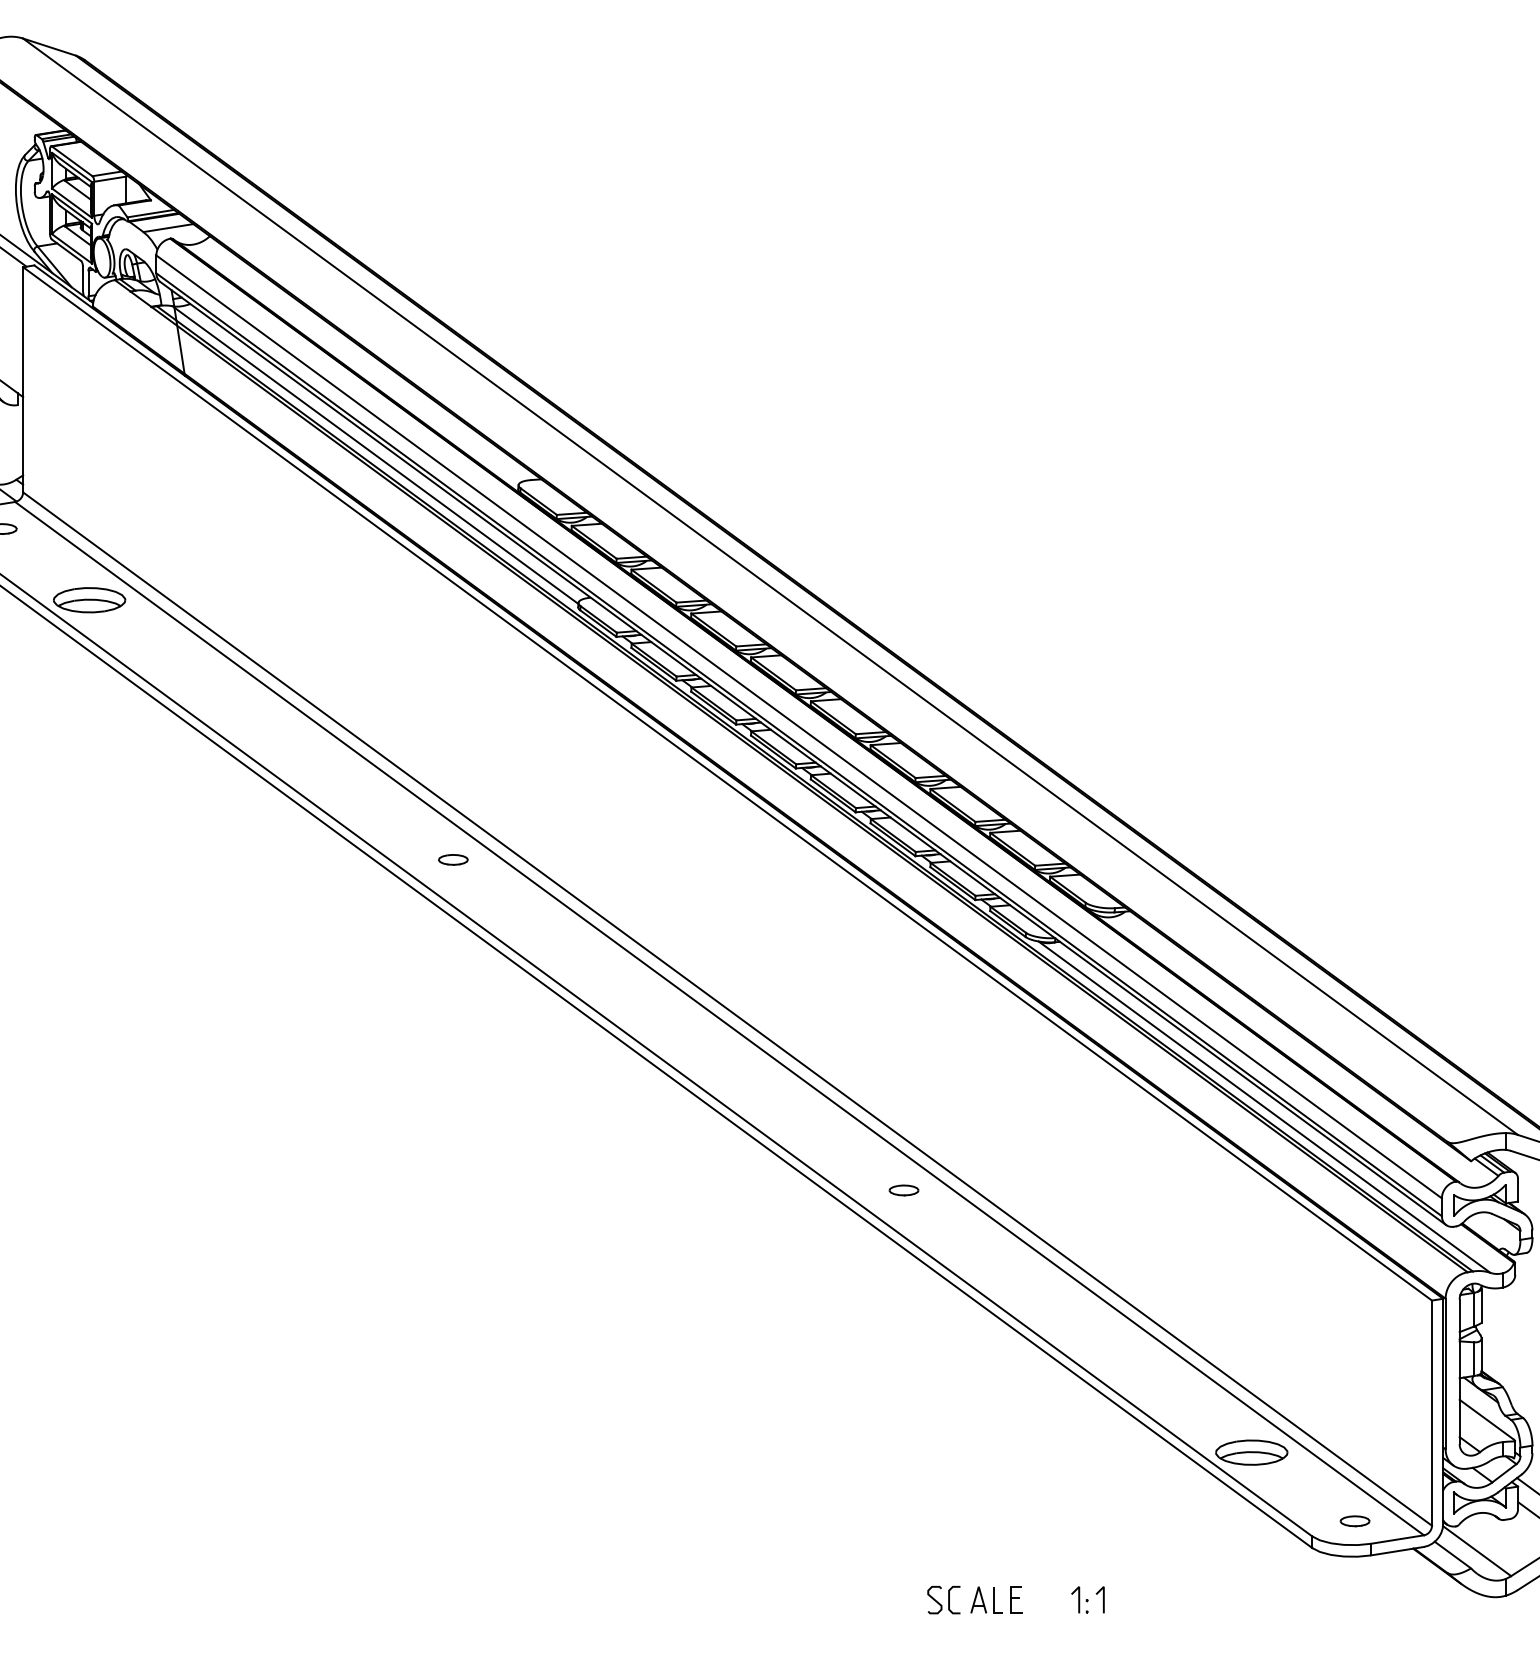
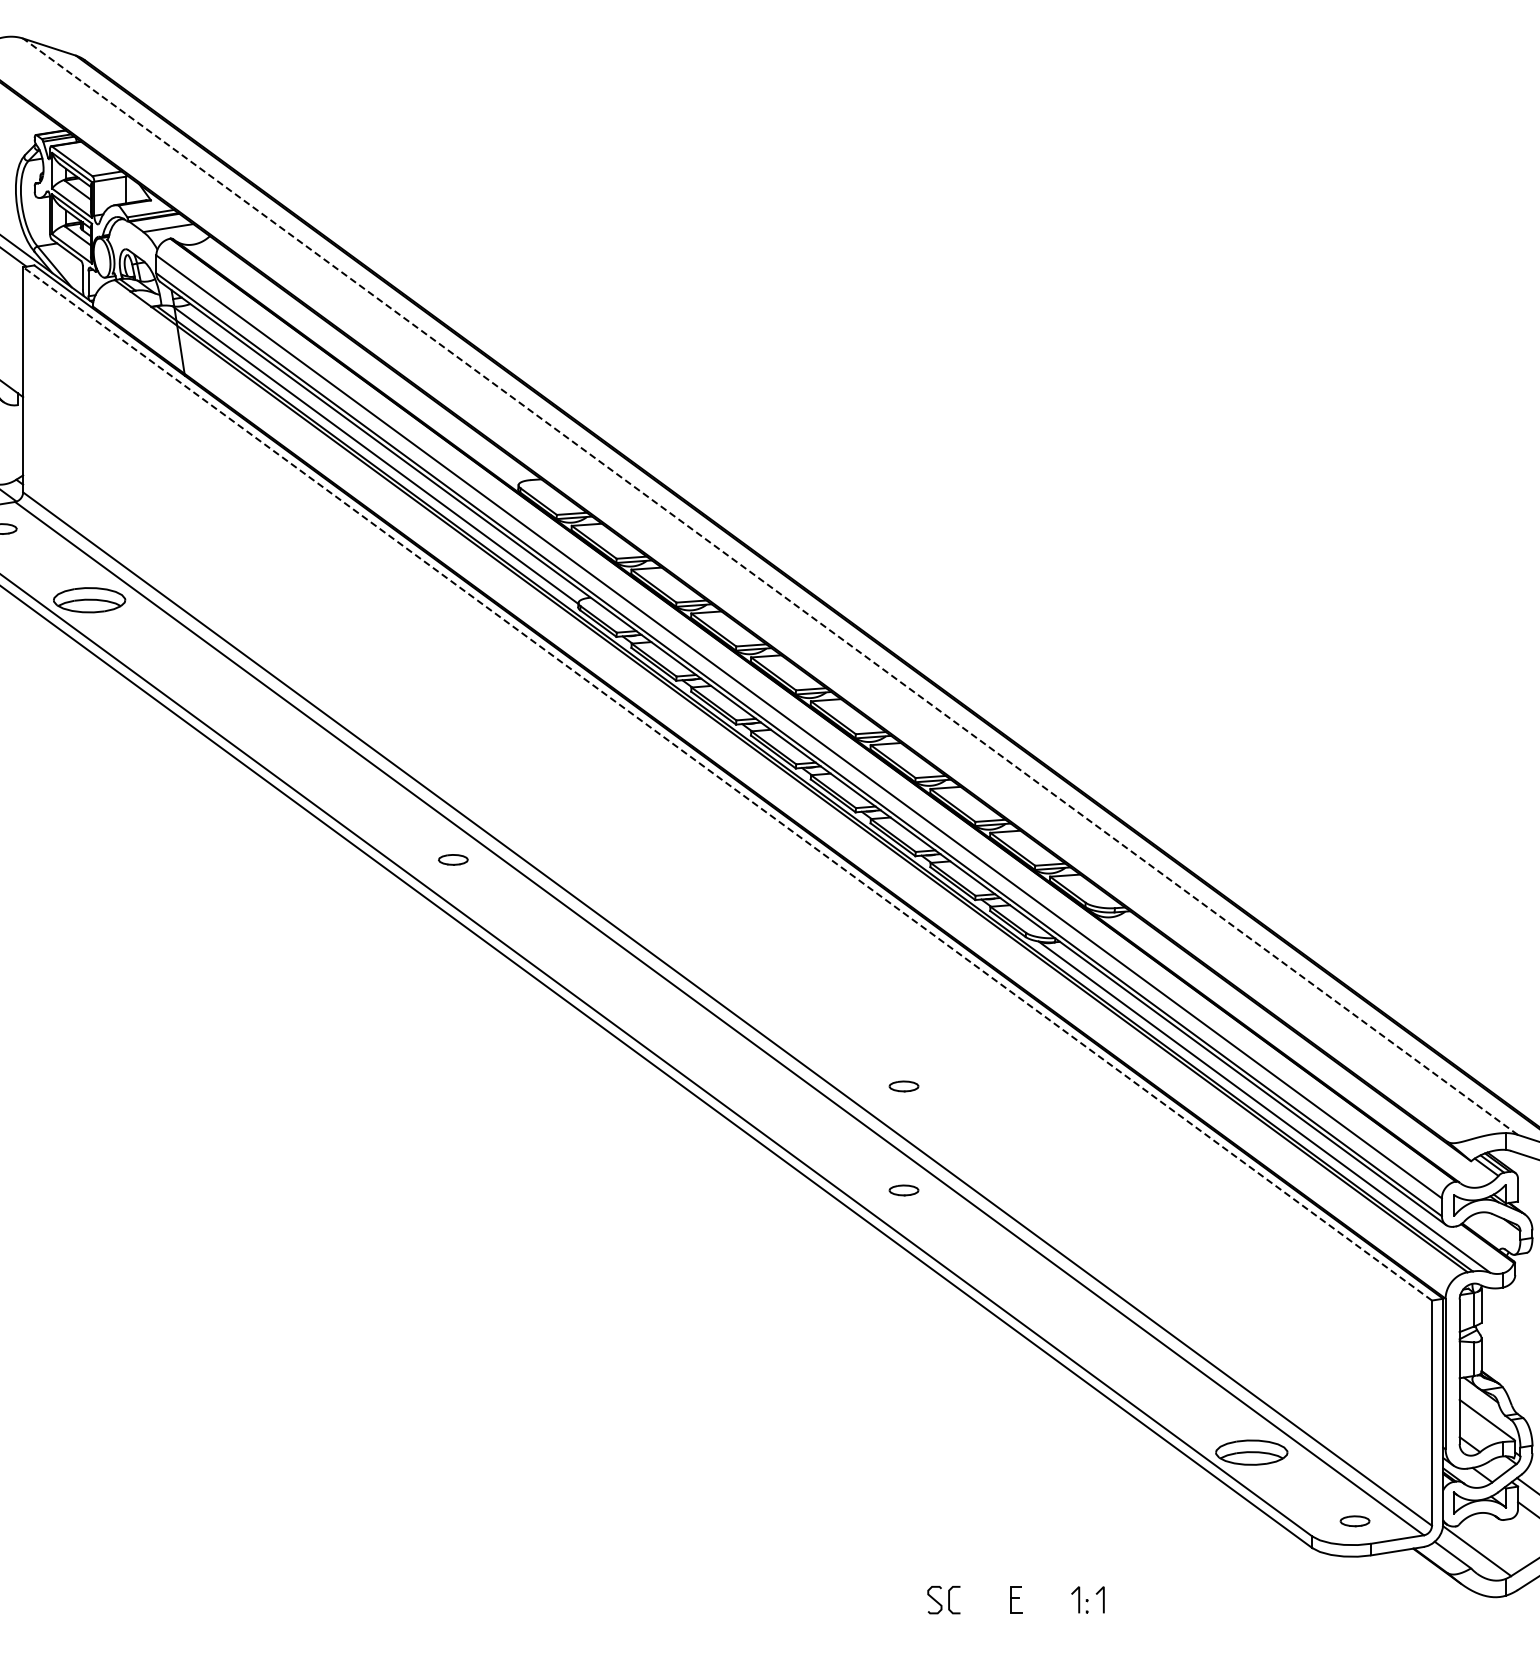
line at (770, 586): solid -> dashed
line at (727, 783): solid -> dashed
part at (903, 1086): none -> present
part at (986, 1599): present -> none
